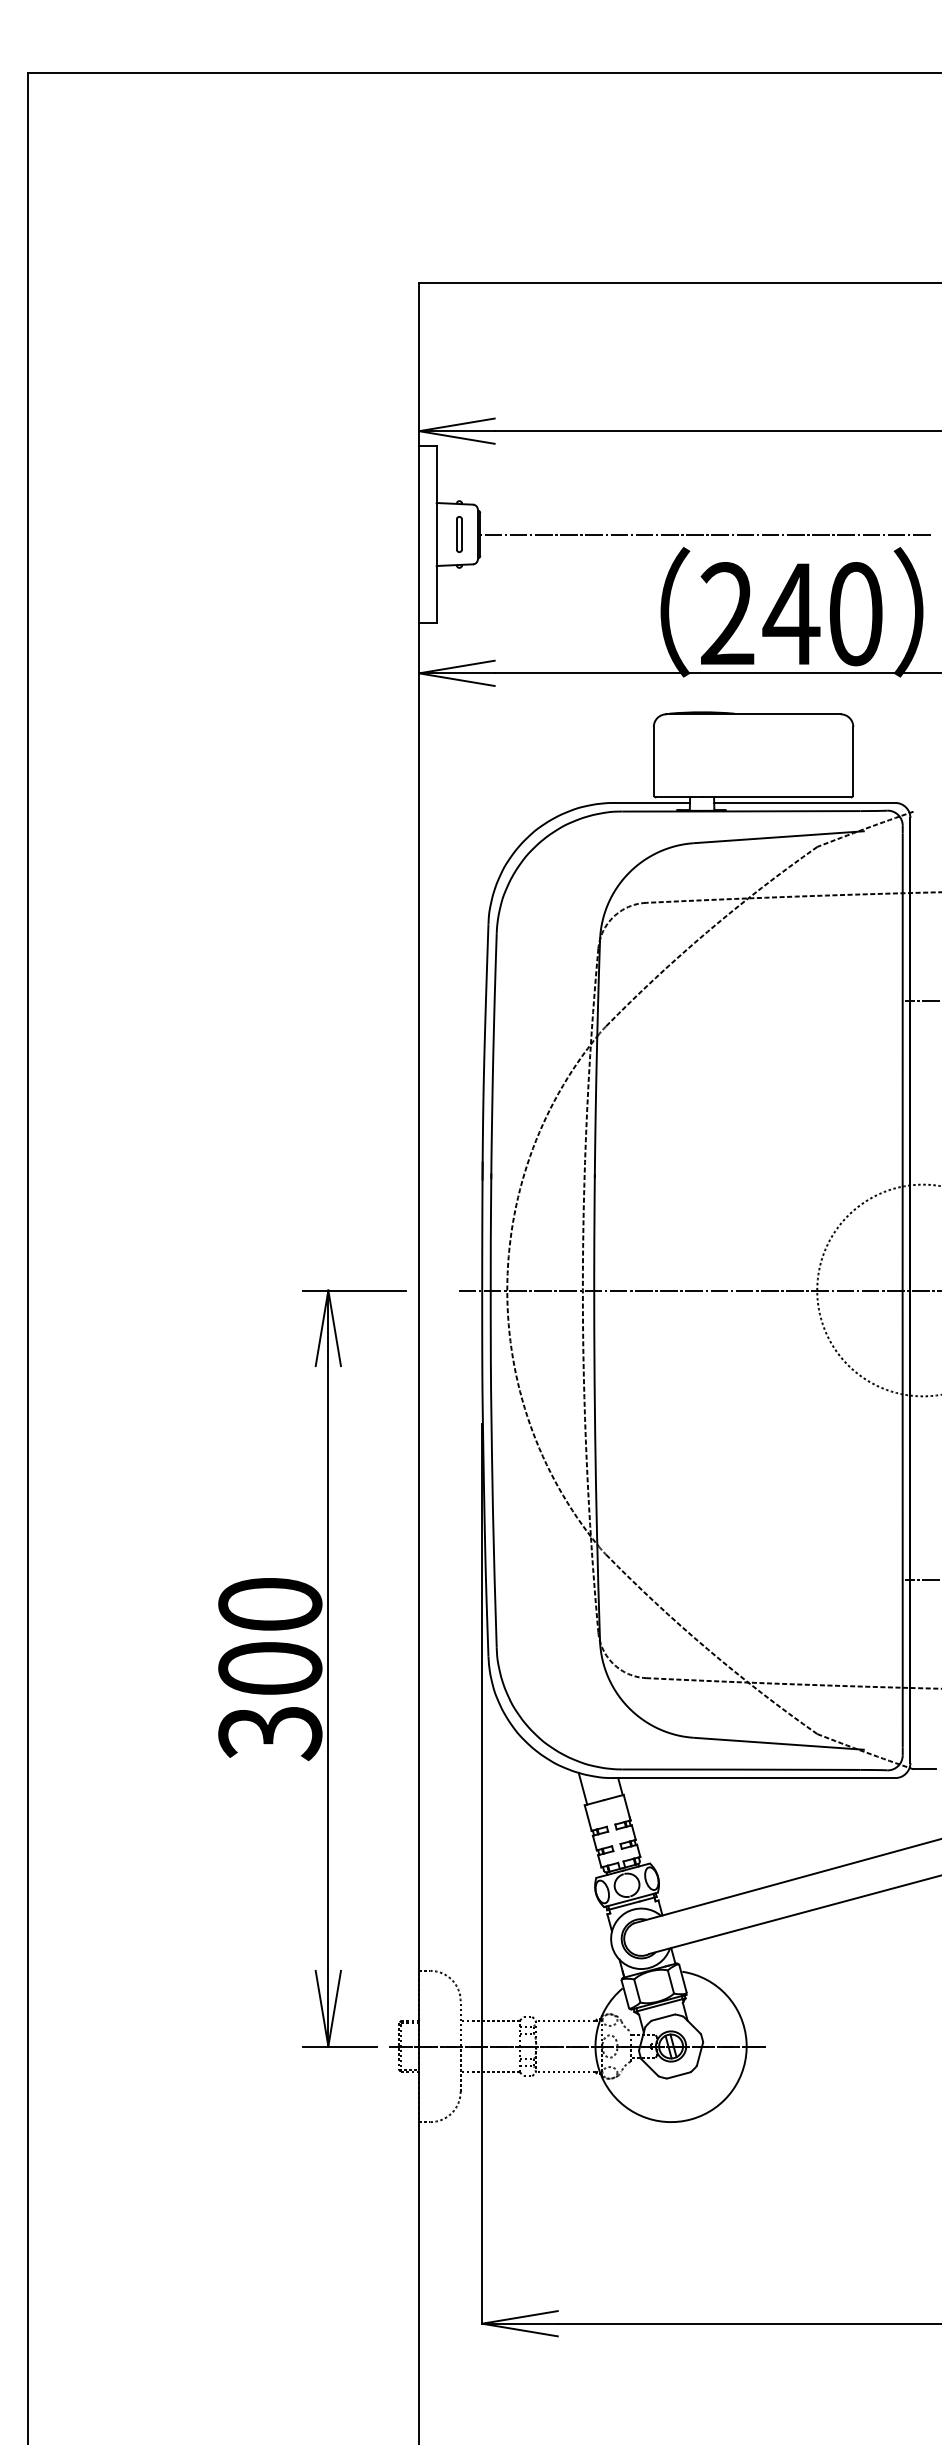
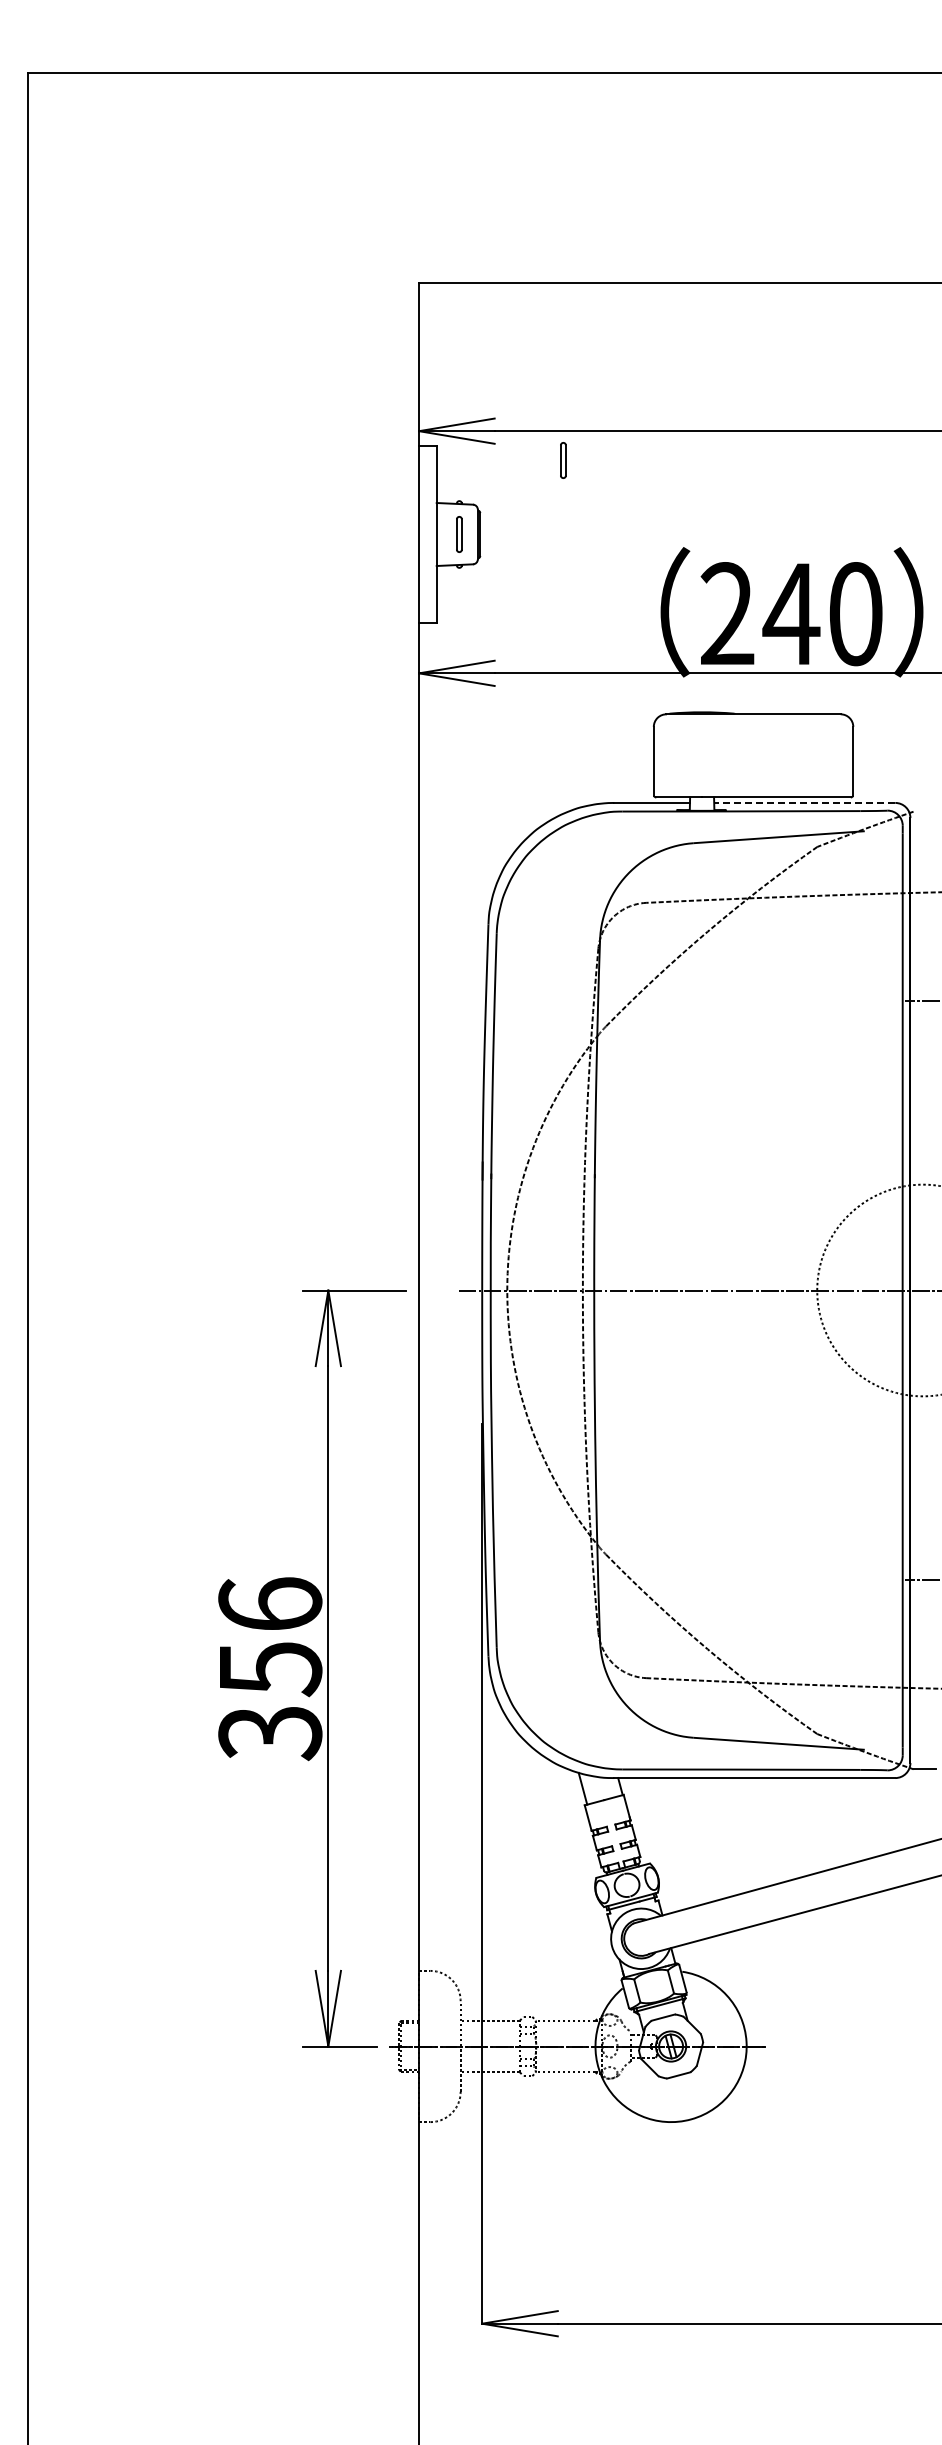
part at (563, 460): none -> present
line at (705, 534): present -> none
line at (804, 802): solid -> dashed
text at (270, 1637): 300 -> 356
